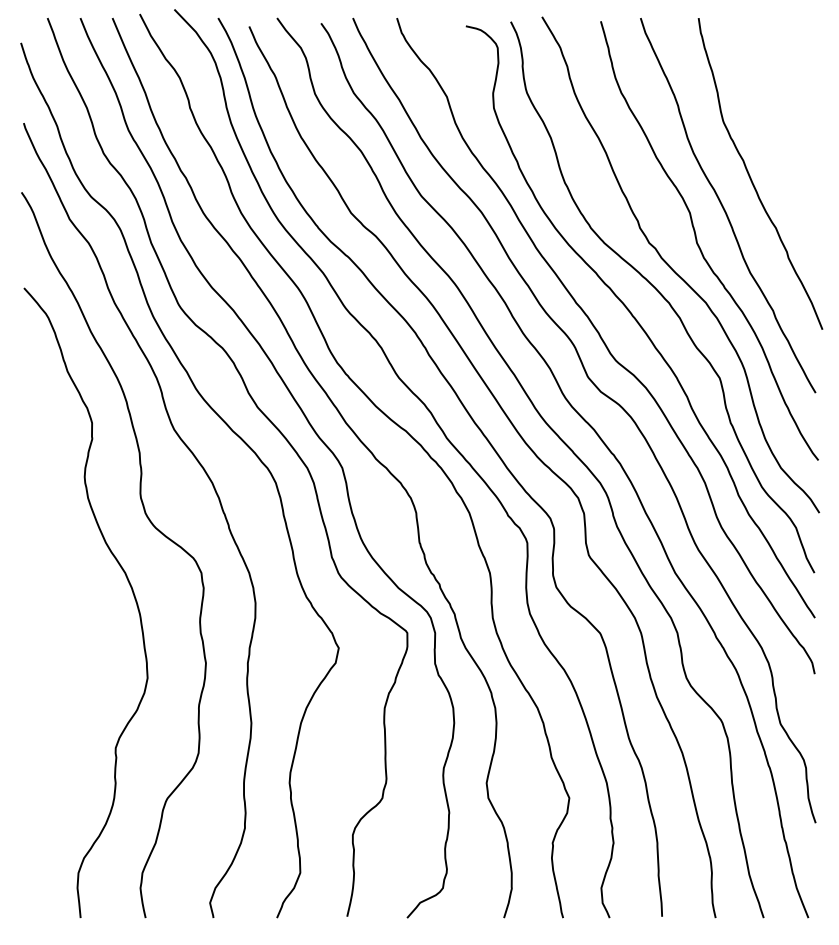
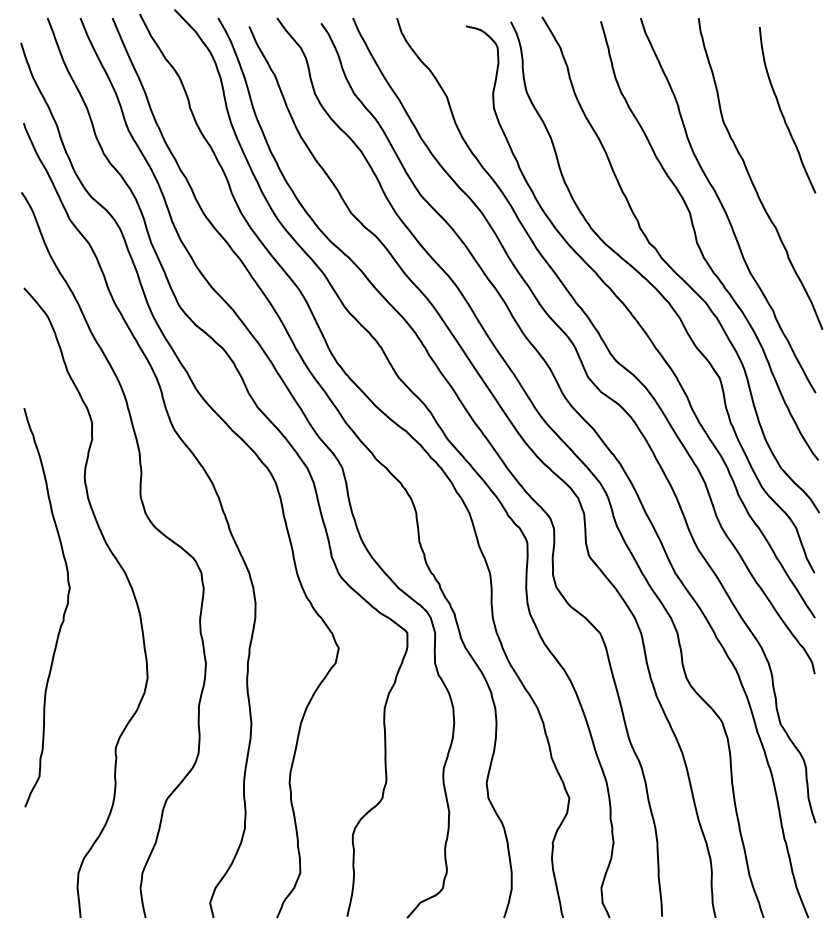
curve at (782, 111): none -> present
curve at (63, 612): none -> present
